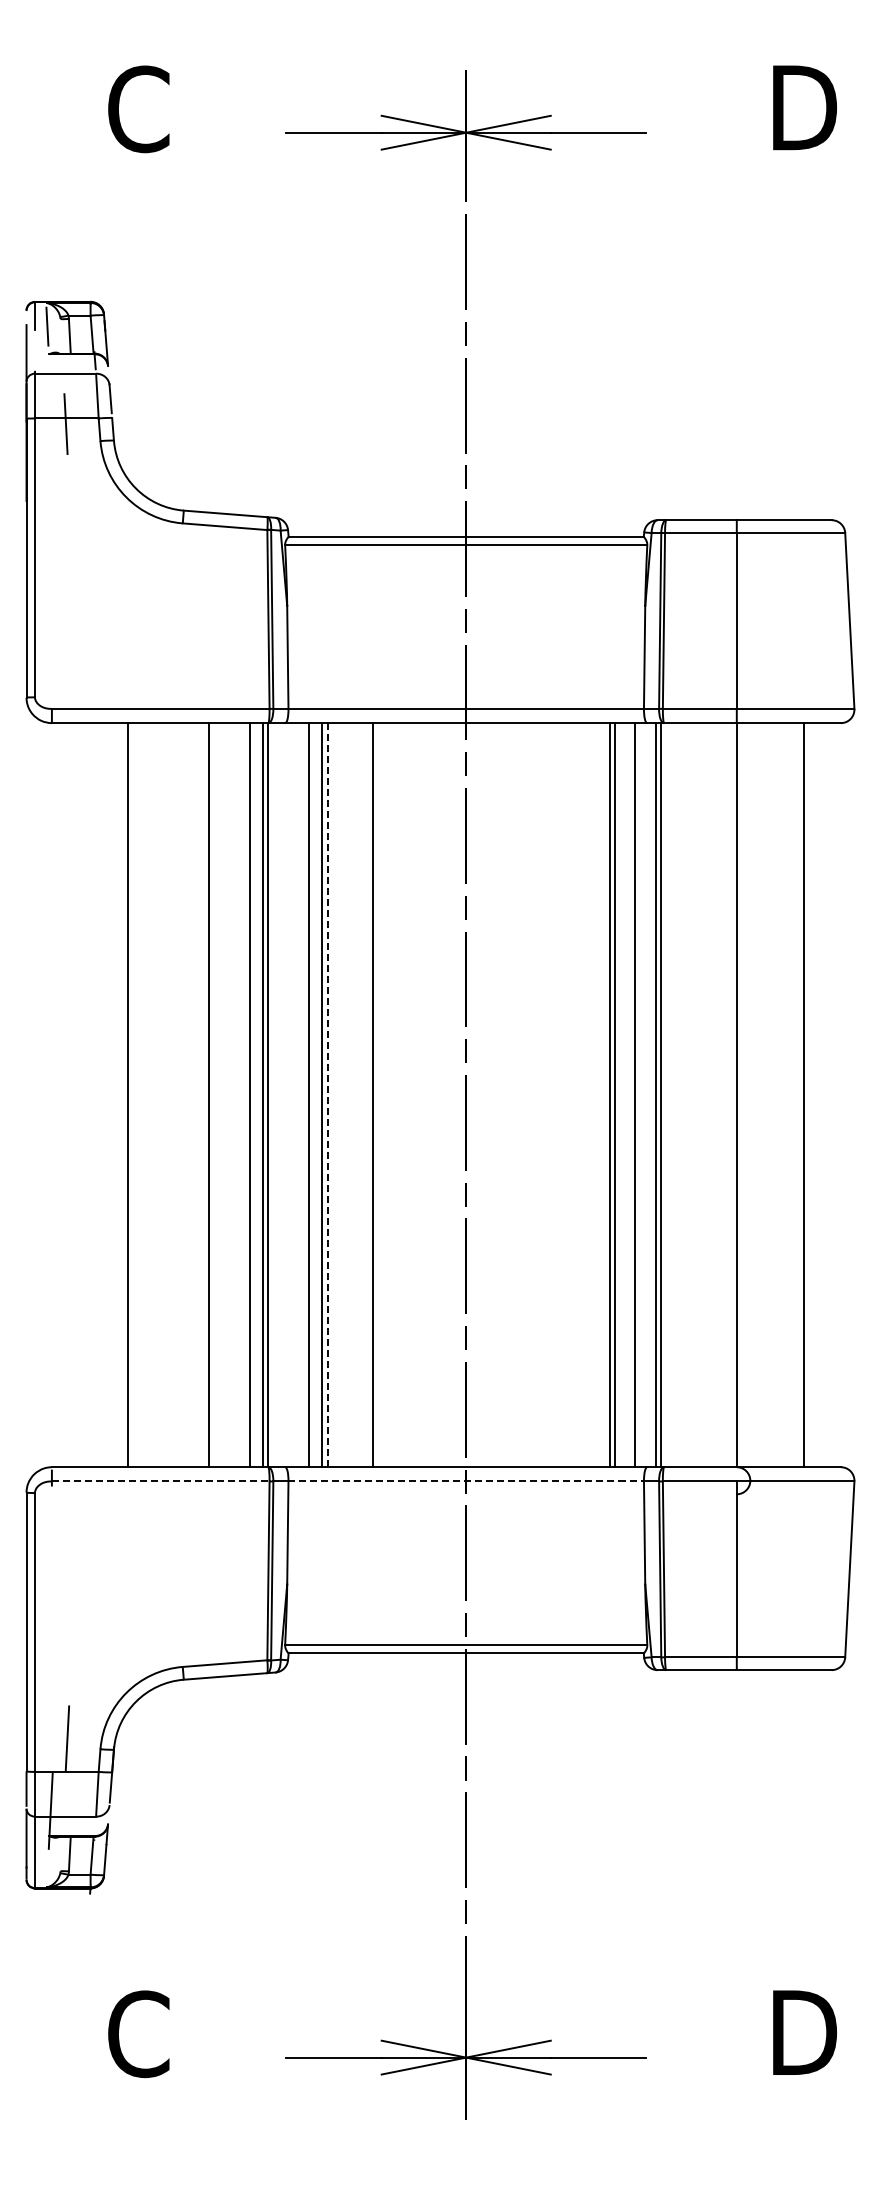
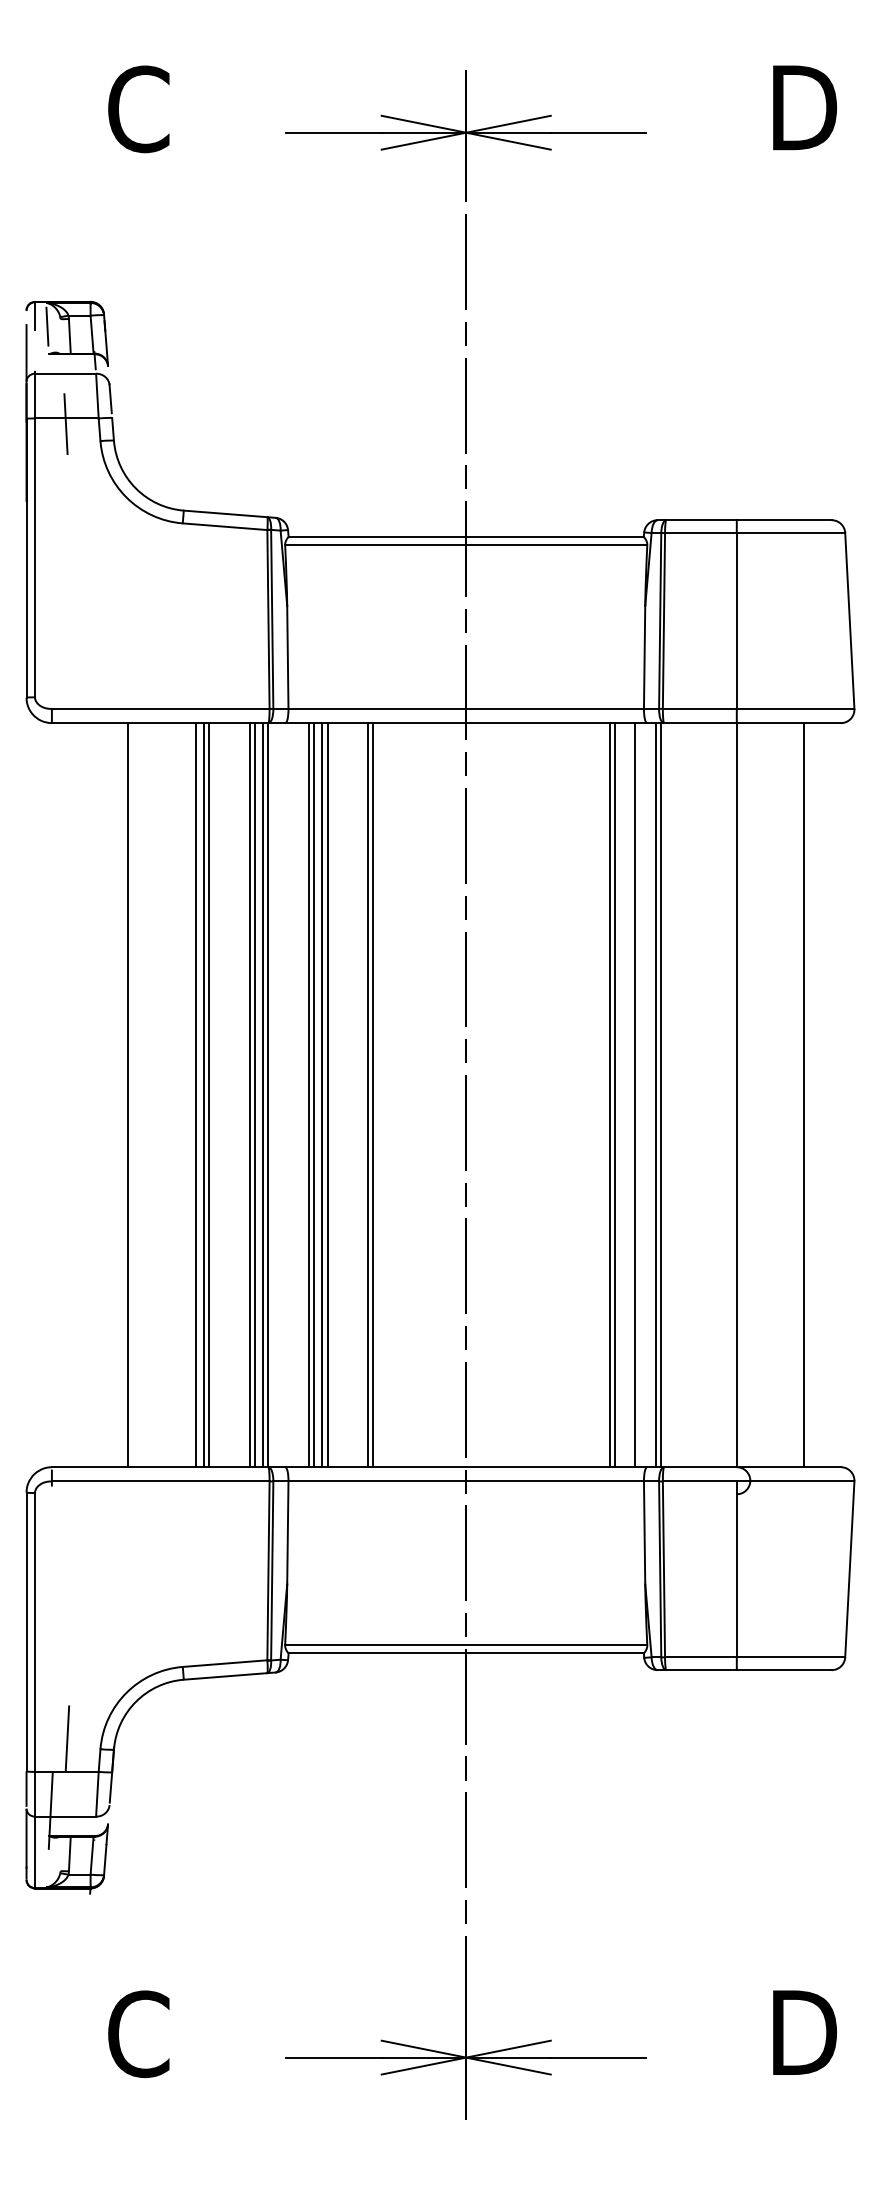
line at (195, 1095): none -> present
line at (204, 1095): none -> present
line at (254, 1095): none -> present
line at (314, 1095): none -> present
line at (327, 1095): dashed -> solid
line at (368, 1095): none -> present
line at (160, 1481): dashed -> solid
line at (466, 1481): dashed -> solid
